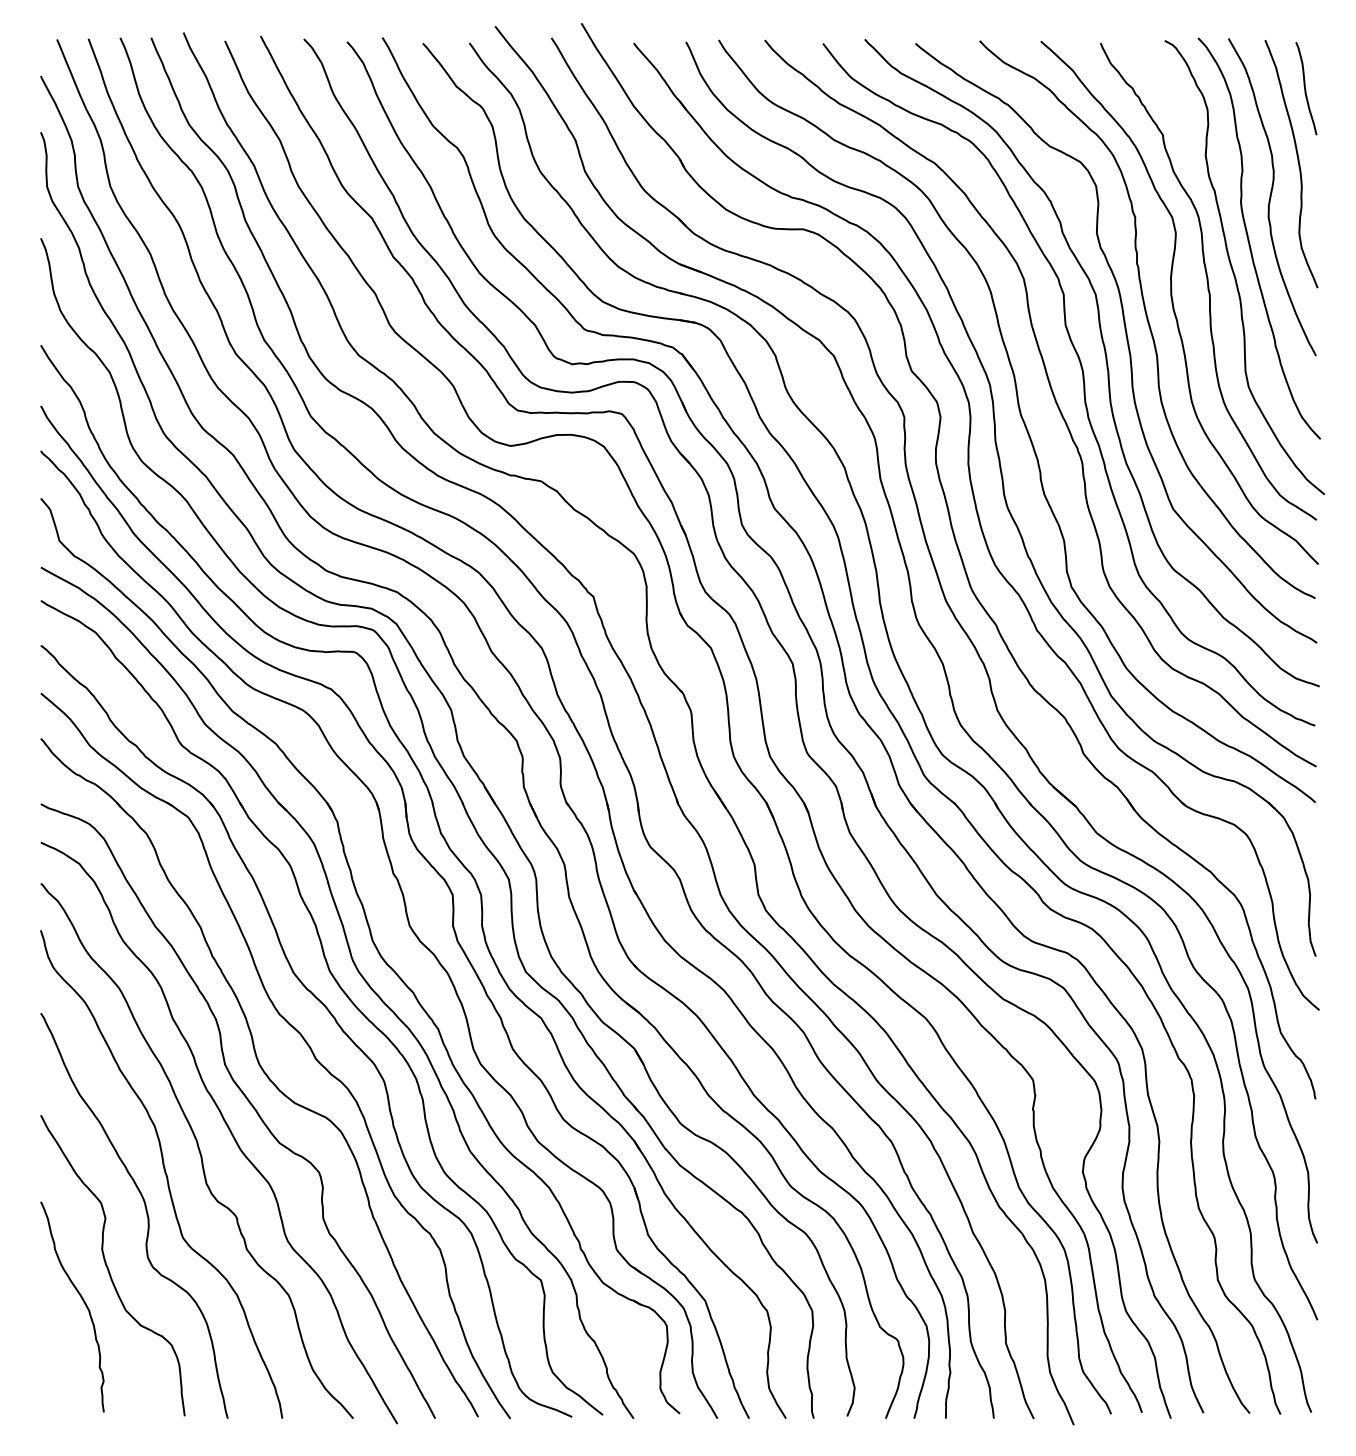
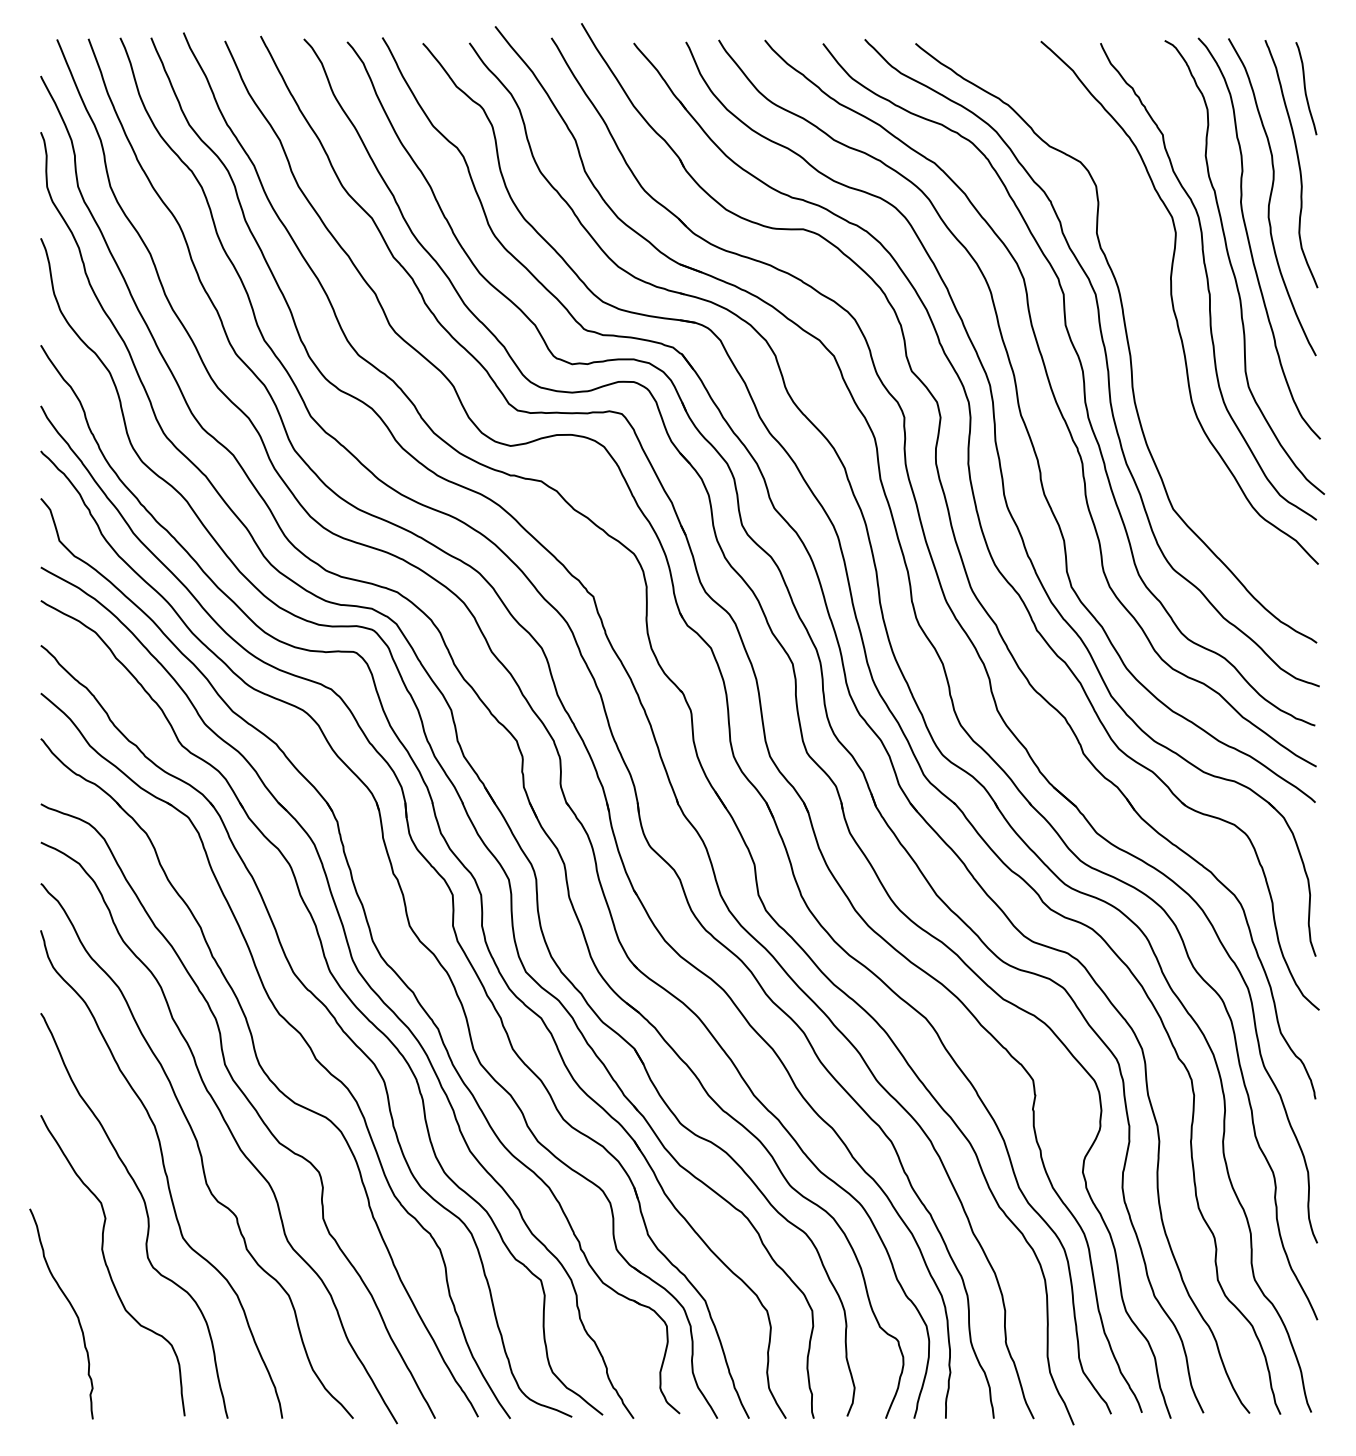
curve at (1147, 319): present -> none
curve at (81, 1299) position: (81, 1299) -> (70, 1306)
